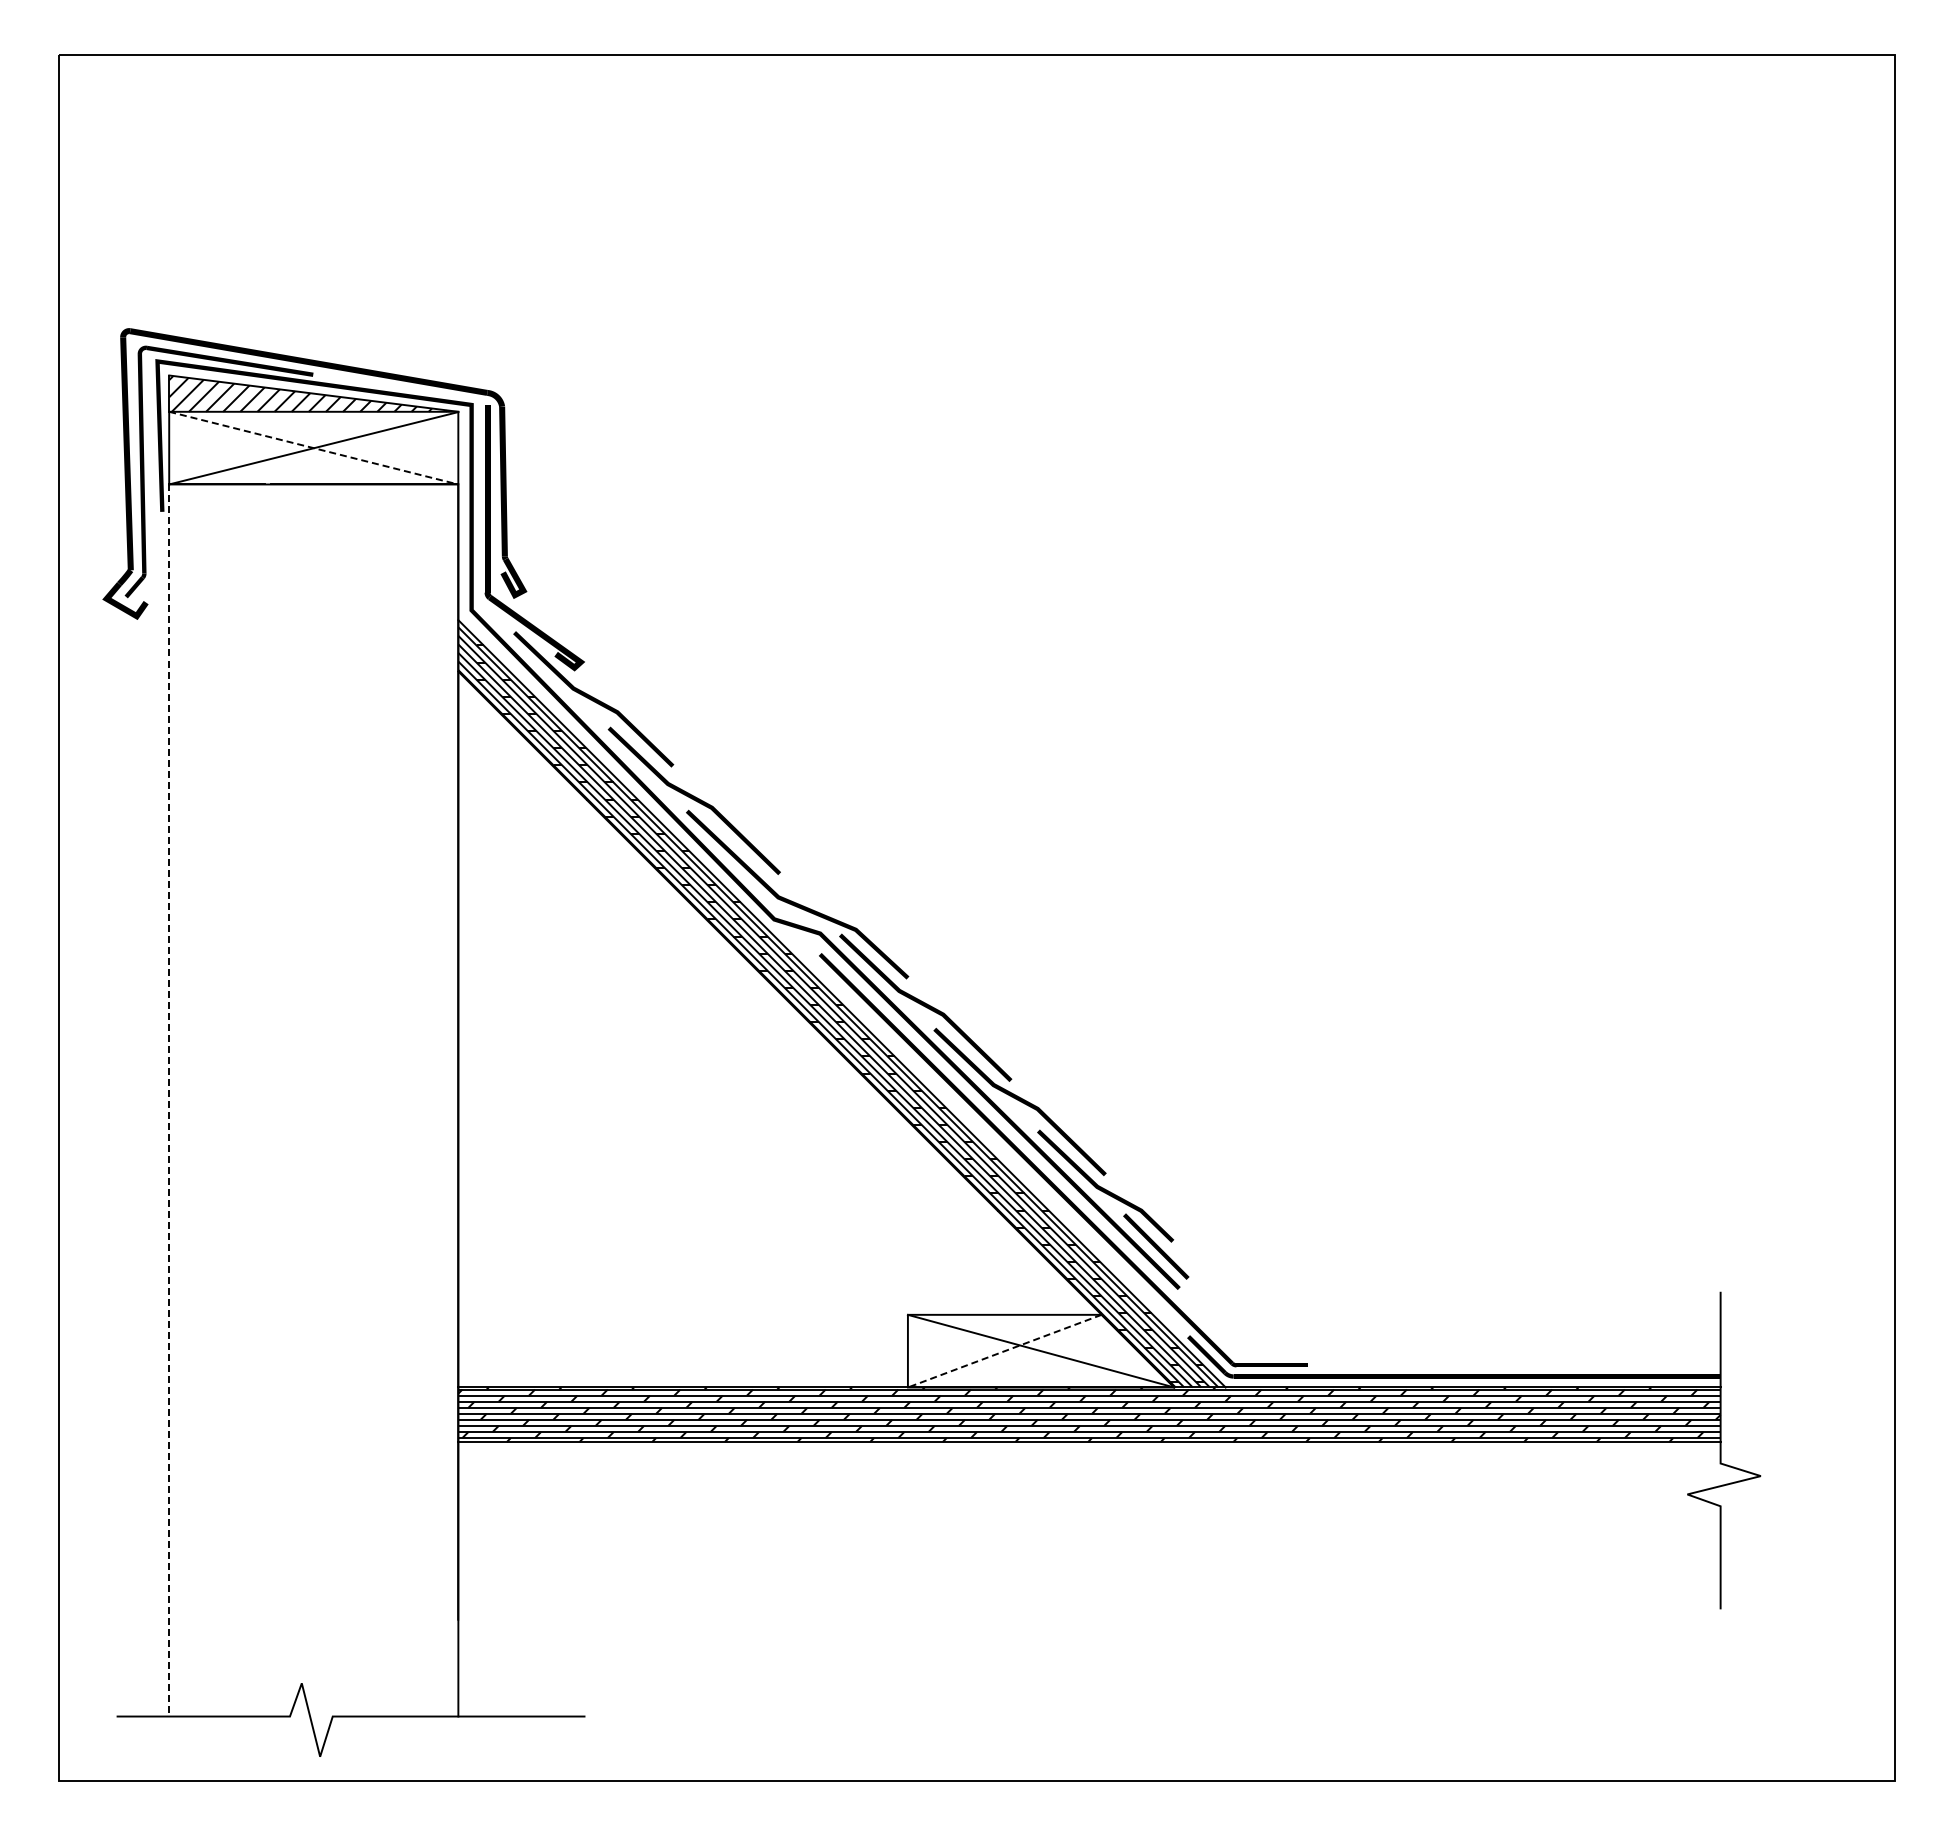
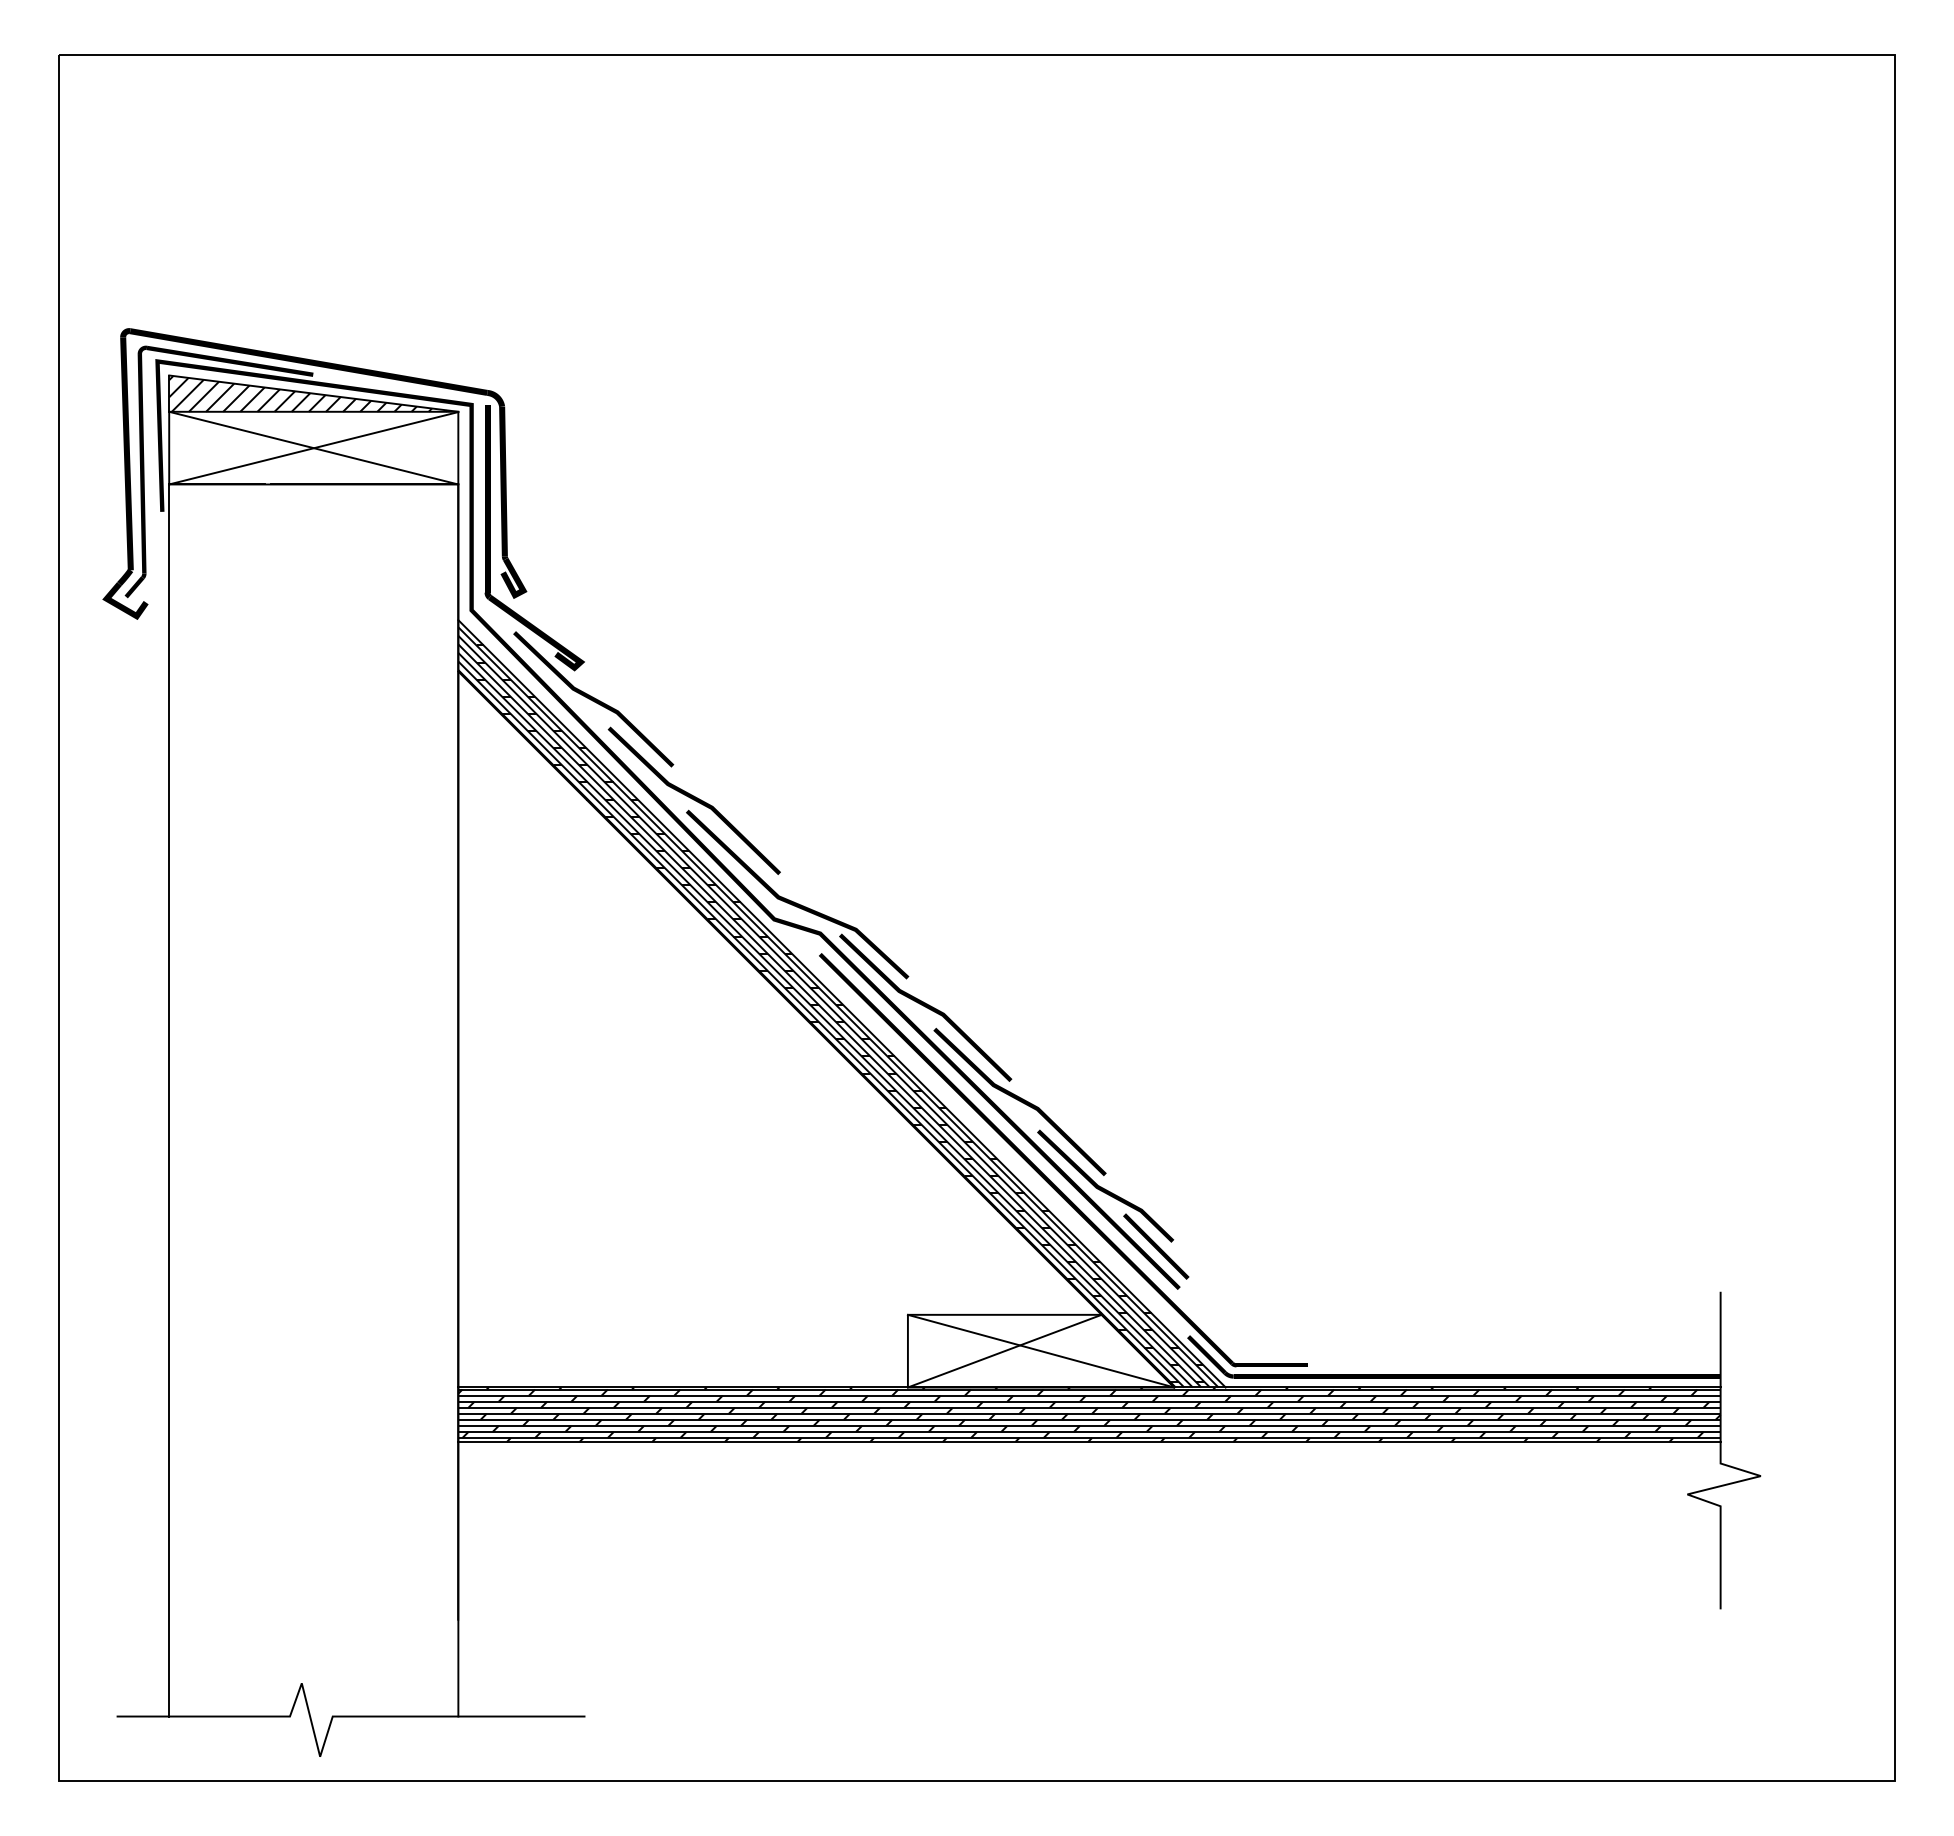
line at (314, 448): dashed -> solid
line at (169, 1100): dashed -> solid
line at (1004, 1351): dashed -> solid
